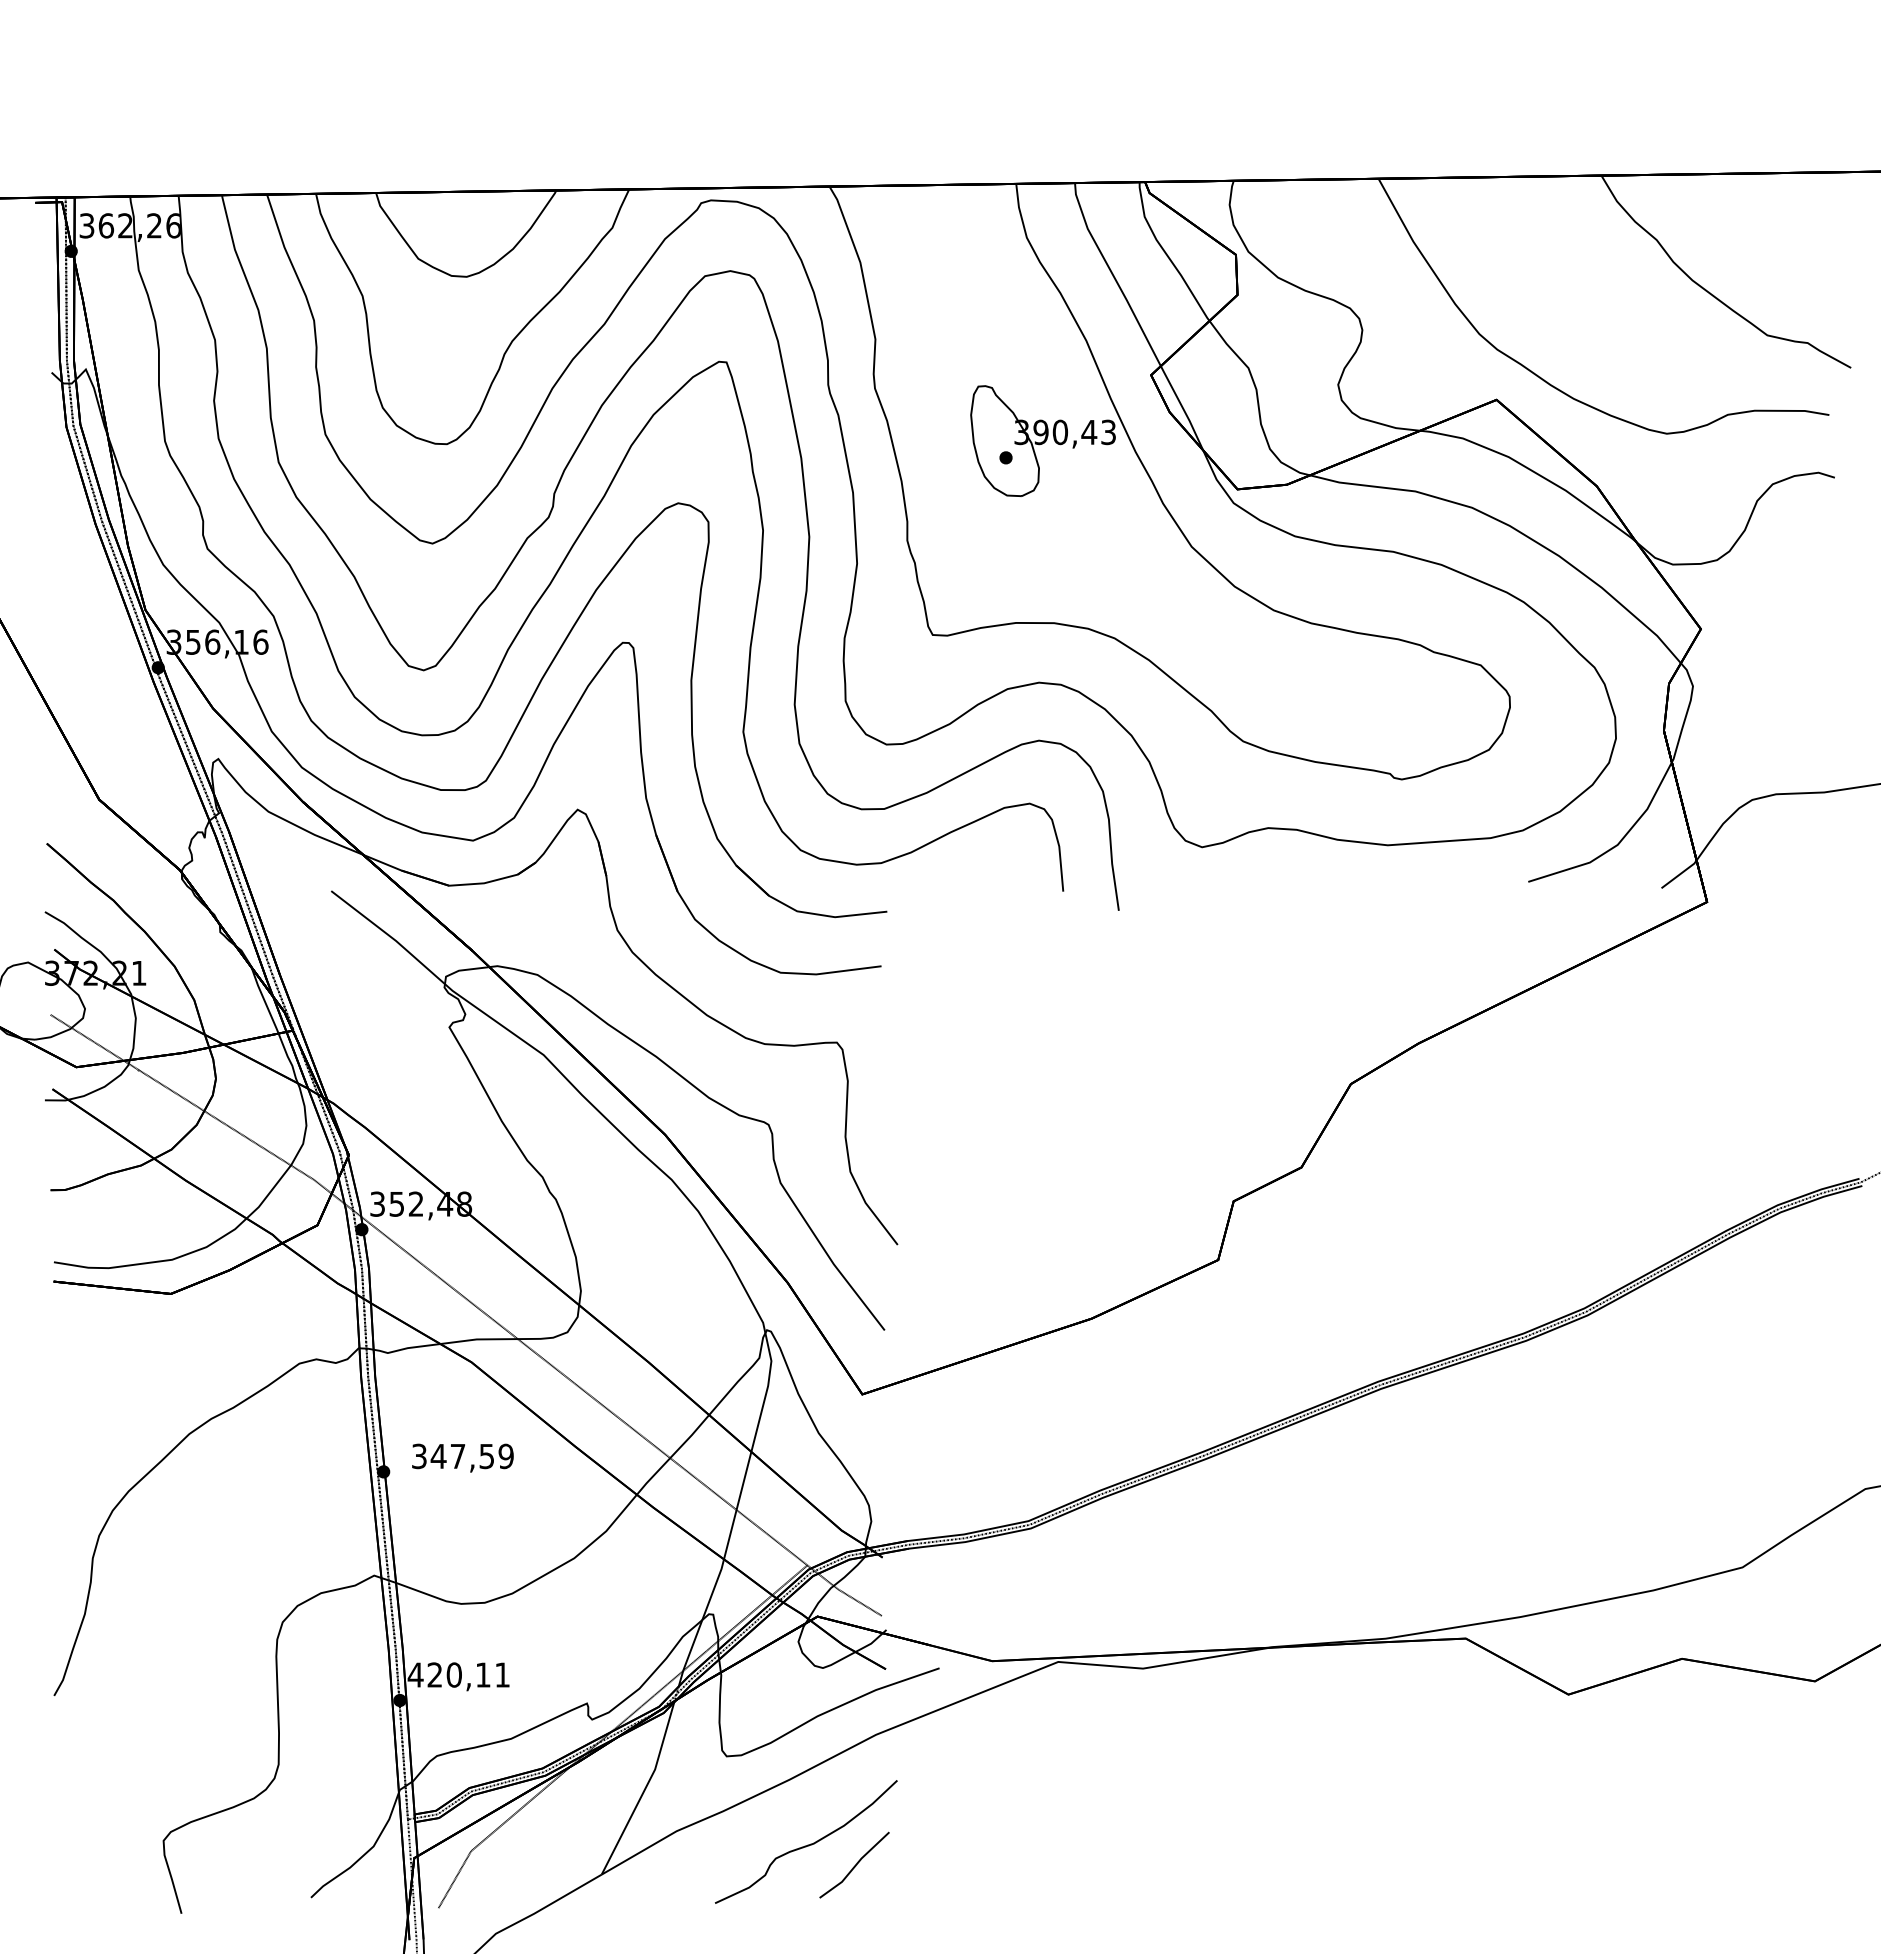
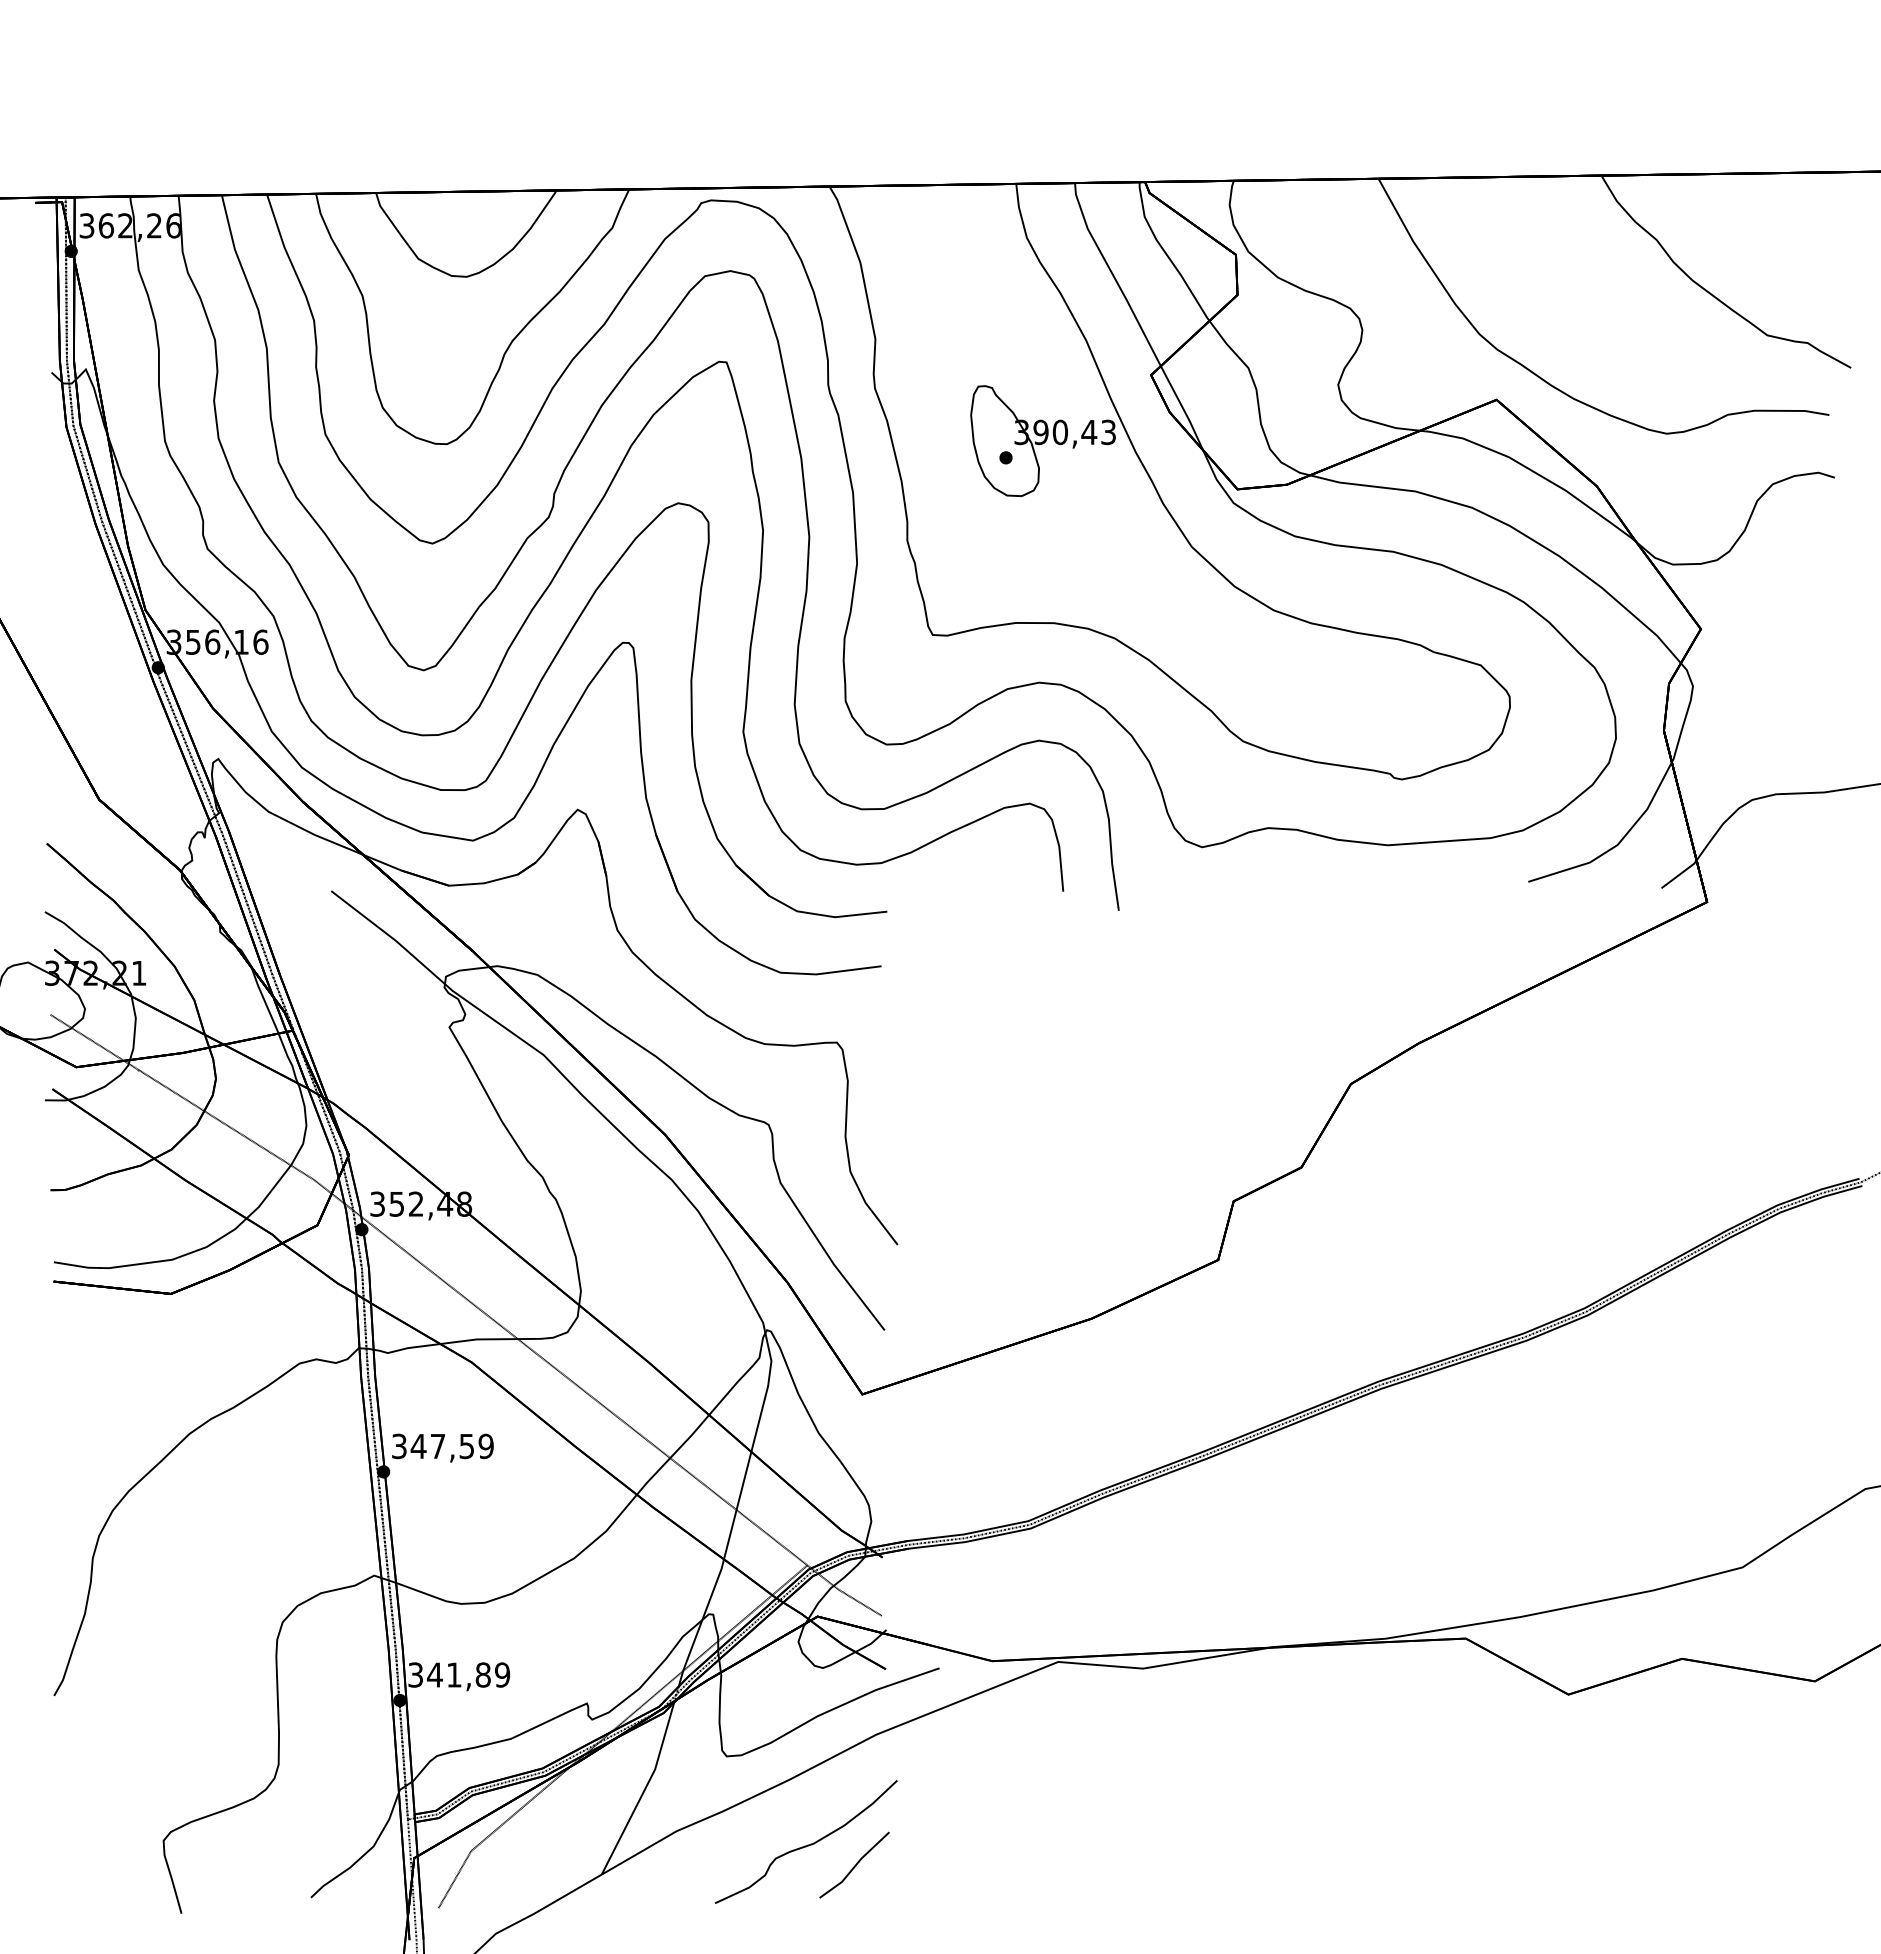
text at (462, 1457) position: (462, 1457) -> (442, 1447)
text at (458, 1674): 420,11 -> 341,89
